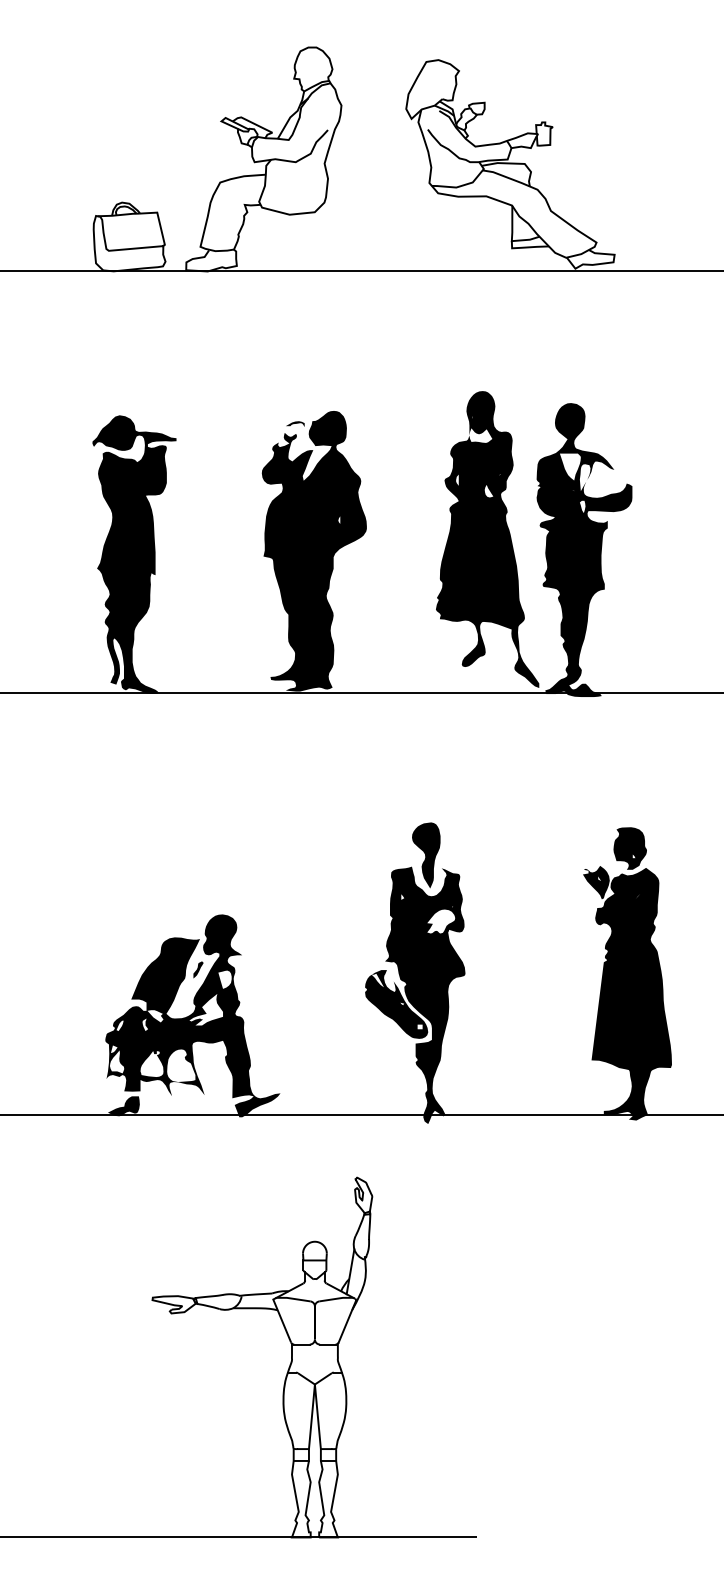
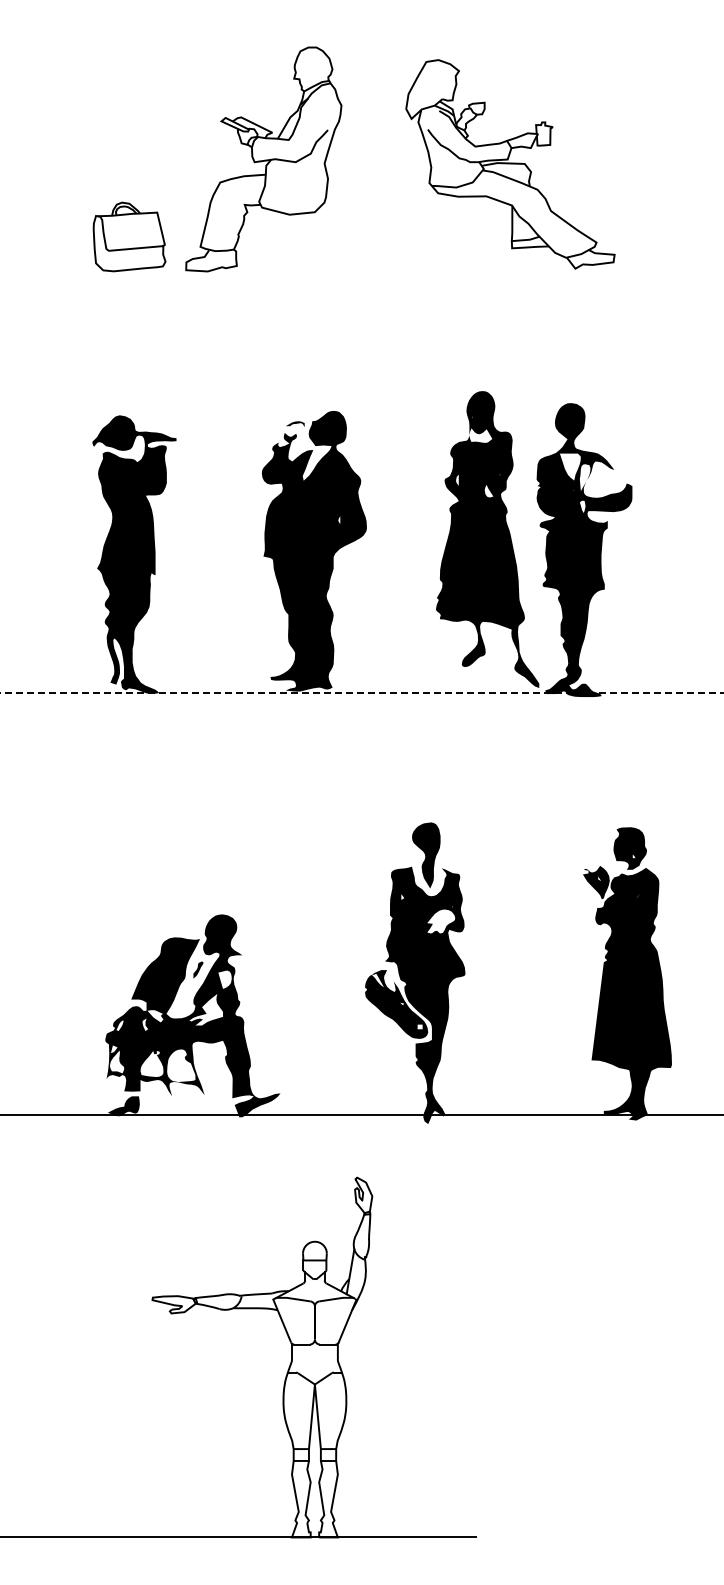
line at (361, 270): present -> none
line at (362, 693): solid -> dashed
